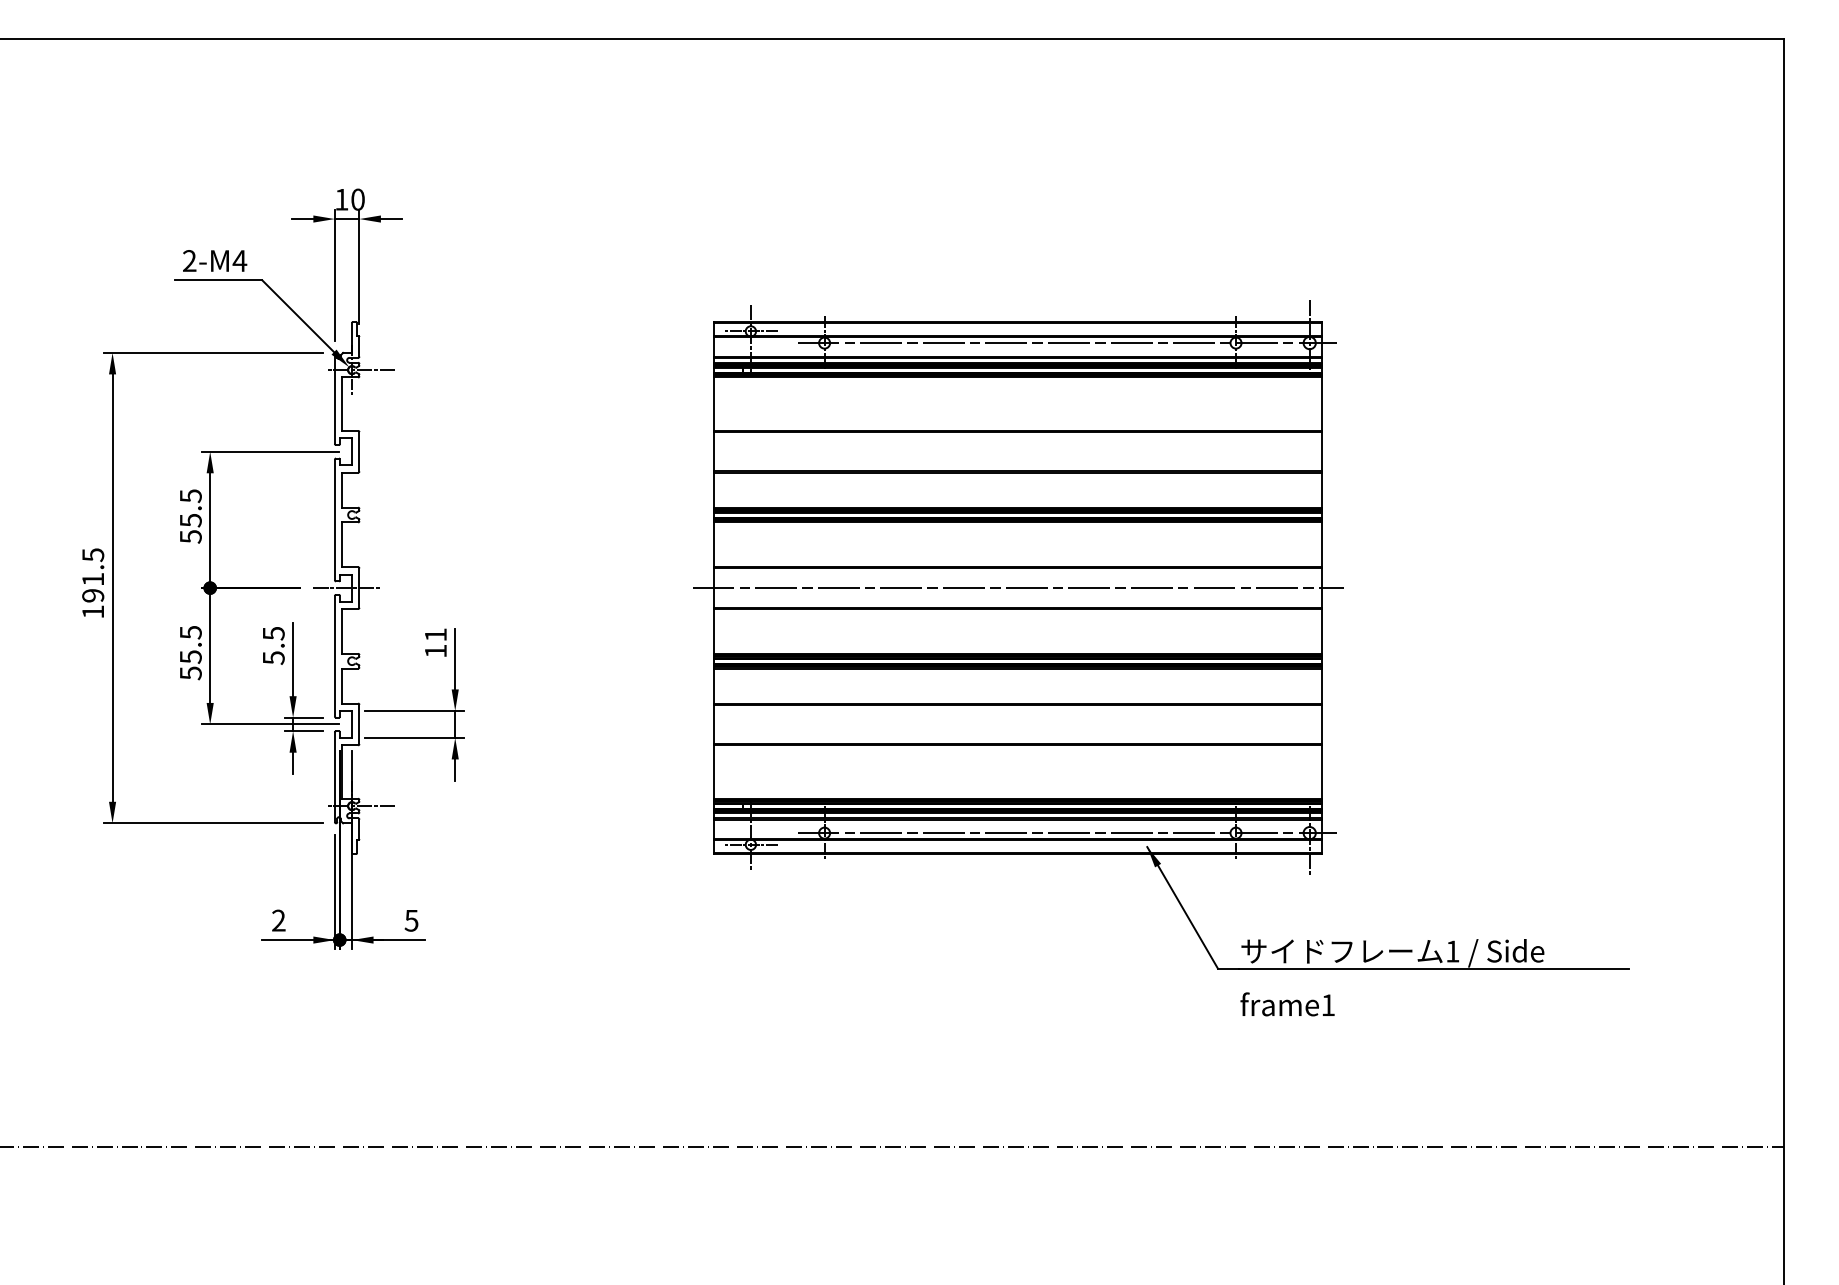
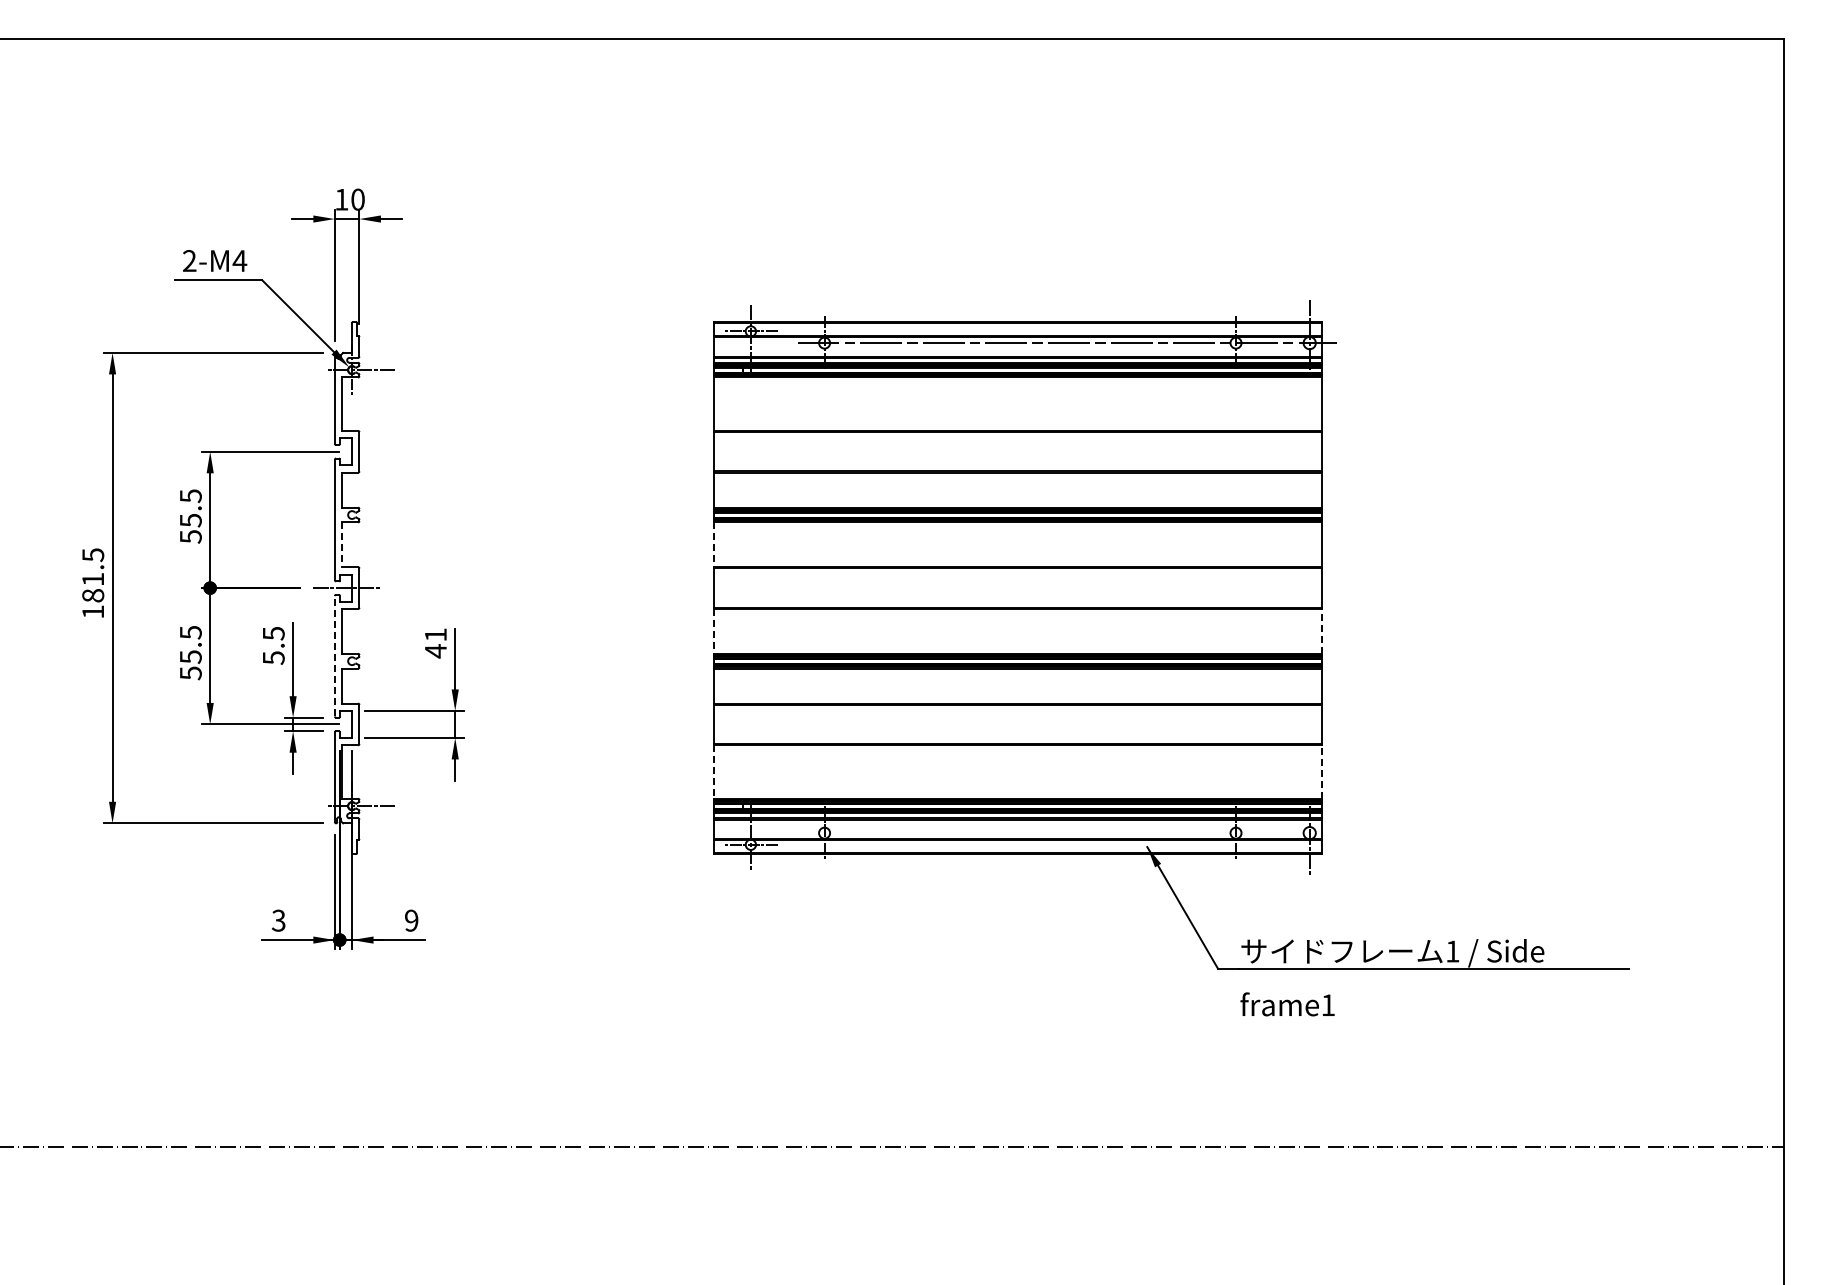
line at (342, 545): solid -> dashed
line at (714, 545): solid -> dashed
line at (1017, 588): present -> none
text at (93, 595): 191.5 -> 181.5
line at (1322, 630): solid -> dashed
line at (714, 631): solid -> dashed
text at (435, 651): 11 -> 41
line at (334, 655): solid -> dashed
line at (714, 772): solid -> dashed
line at (1322, 772): solid -> dashed
line at (1067, 833): present -> none
text at (278, 920): 2 -> 3
text at (411, 920): 5 -> 9
